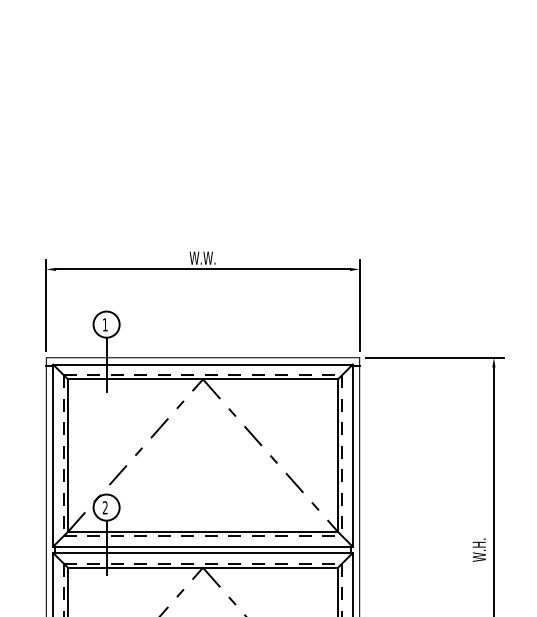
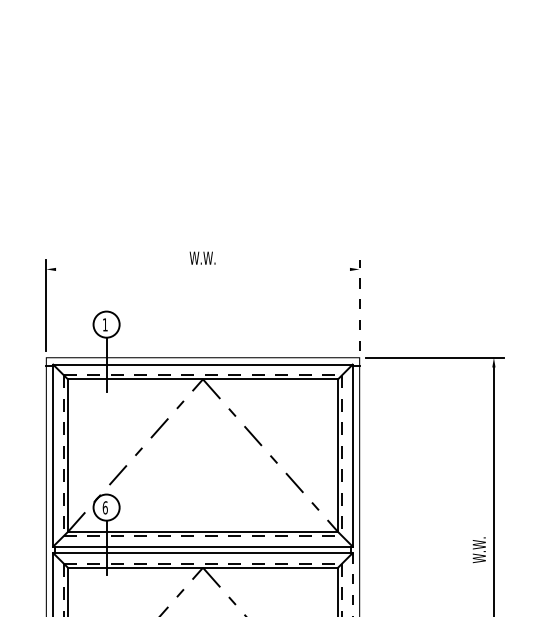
line at (202, 269): present -> none
line at (359, 305): solid -> dashed
text at (104, 507): 2 -> 6
text at (478, 550): W.H. -> W.W.
line at (352, 585): solid -> dashed
